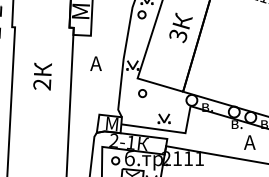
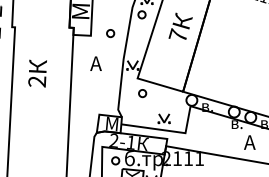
part at (110, 33): none -> present
text at (177, 35): 3 -> 7
text at (42, 76) position: (42, 76) -> (37, 73)
